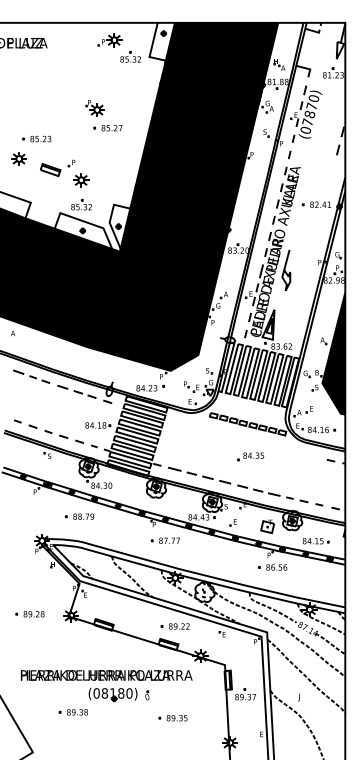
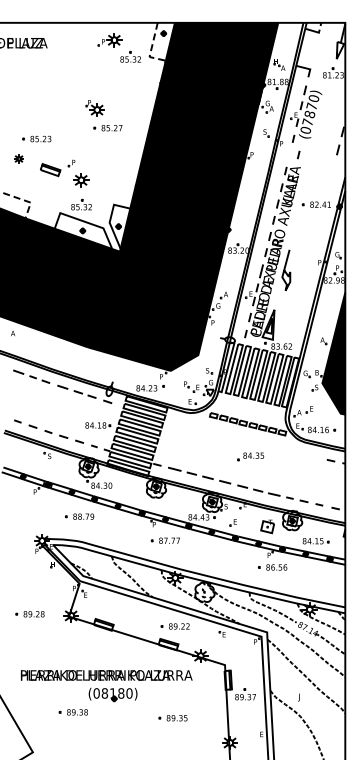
line at (151, 48): solid -> dashed
line at (289, 154) position: (289, 154) -> (298, 154)
part at (18, 158) size: 16x14 px -> 10x10 px
line at (24, 200): solid -> dashed
part at (147, 695): present -> none
